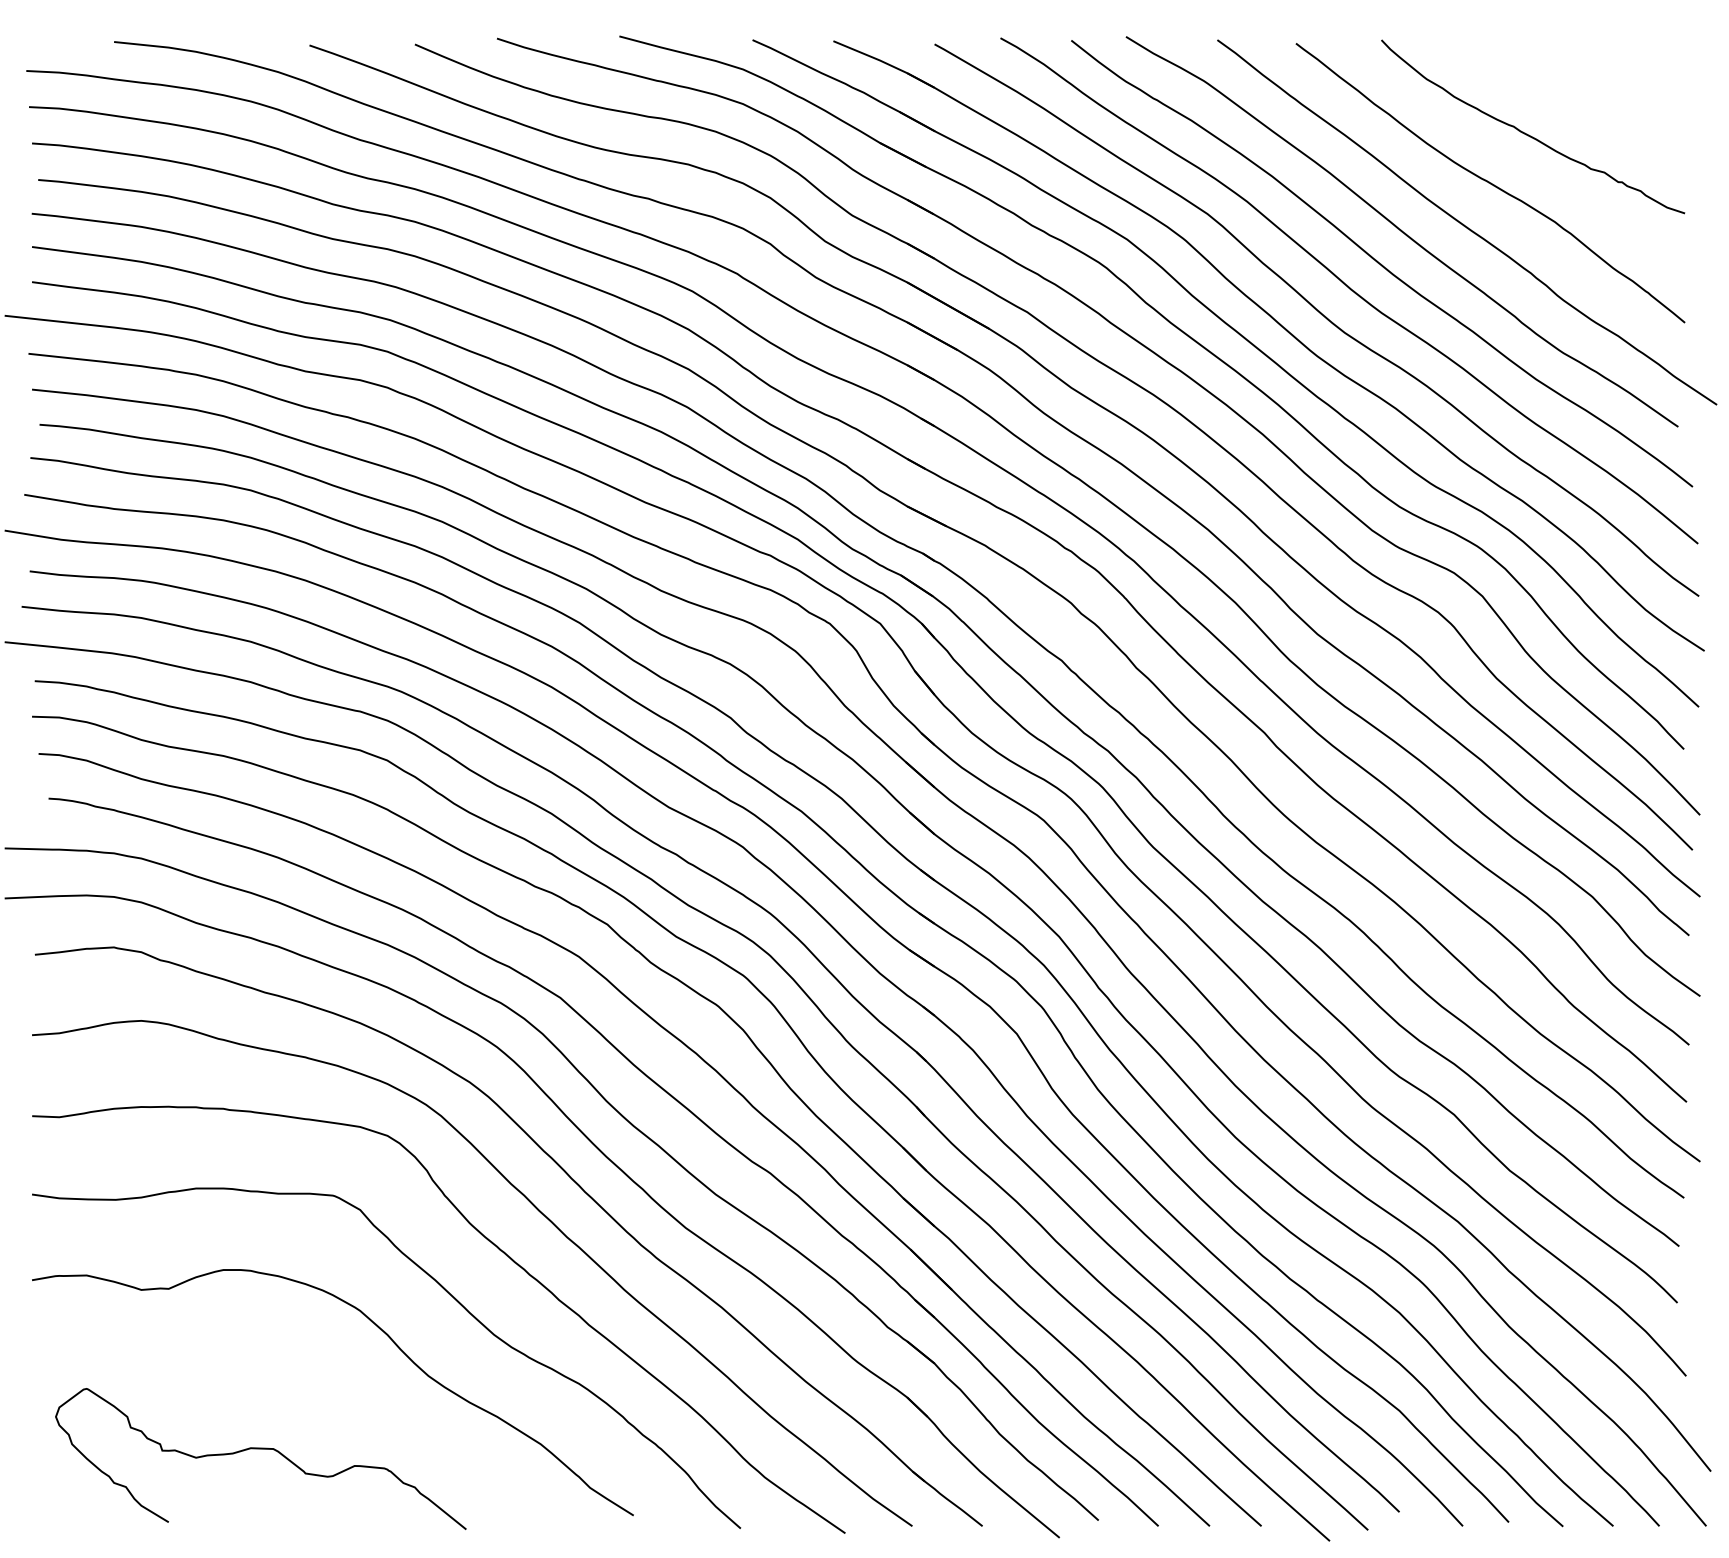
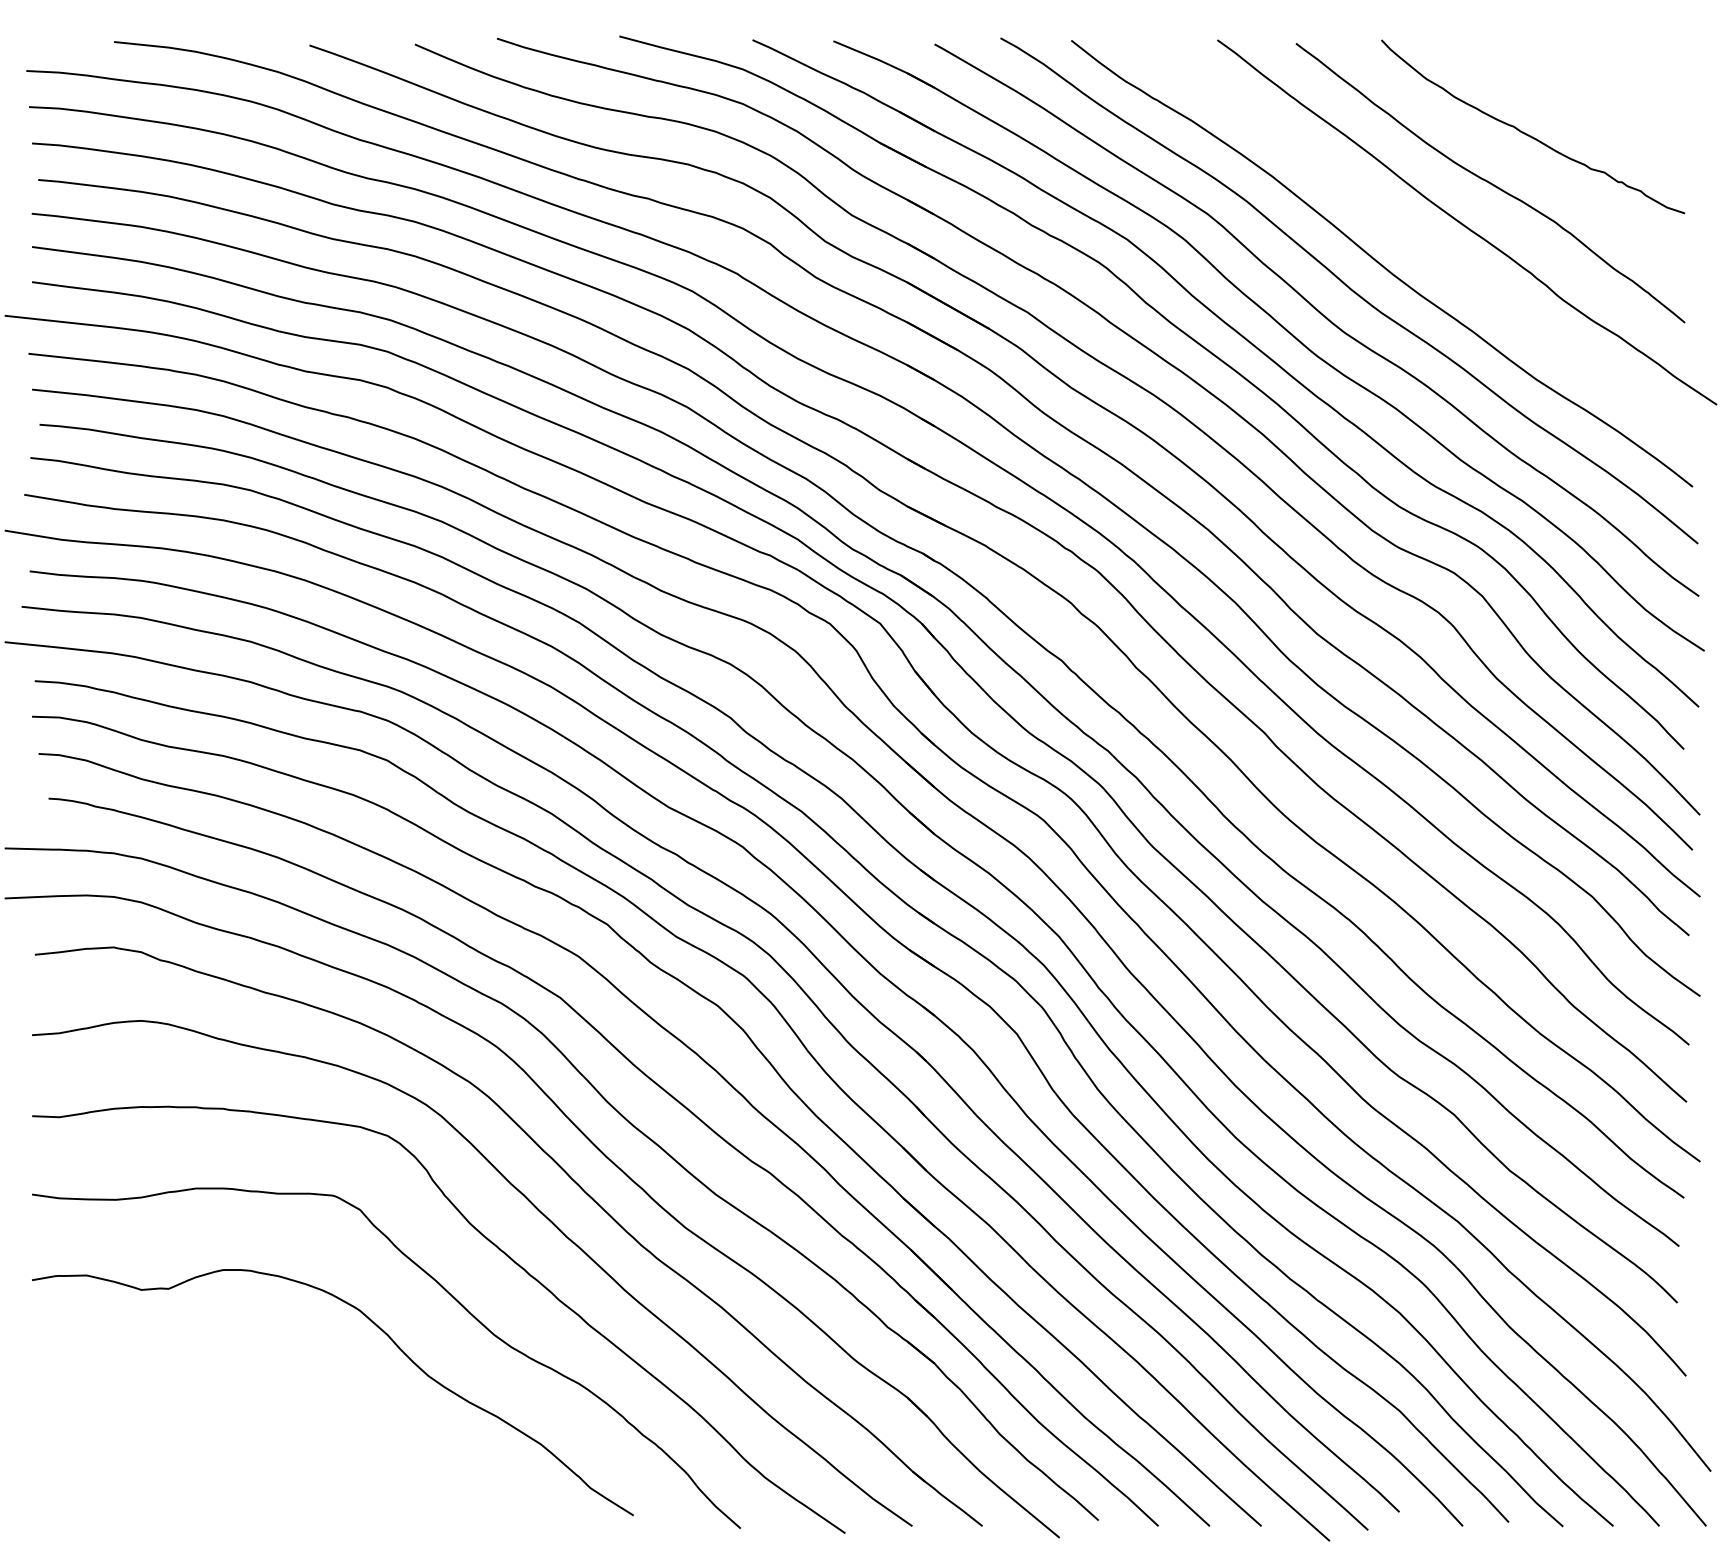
curve at (1401, 231): present -> none
curve at (260, 1449): present -> none
